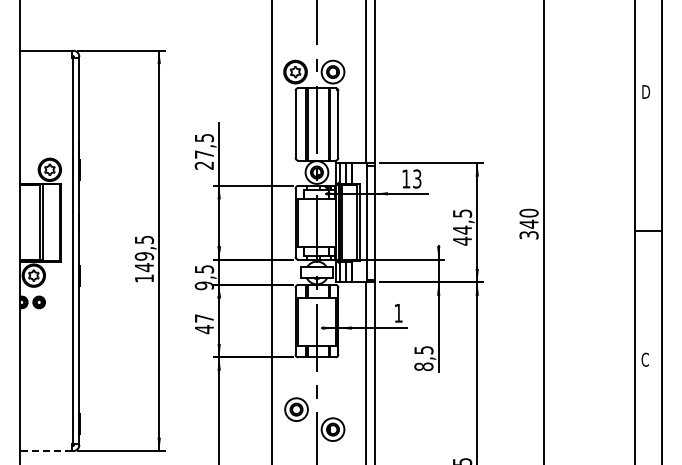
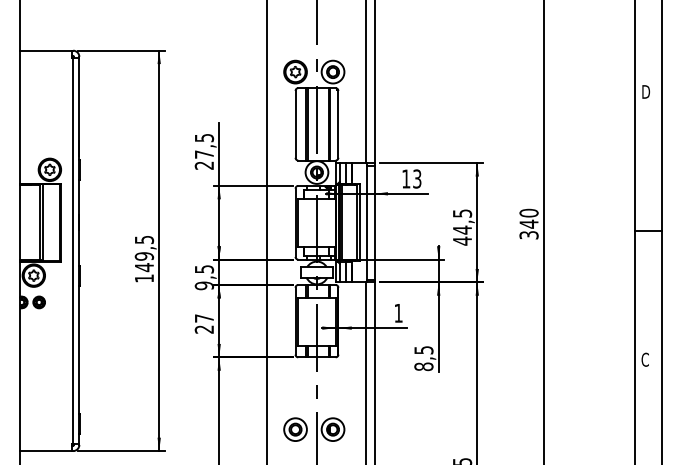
line at (272, 231) position: (272, 231) -> (267, 231)
text at (203, 329): 47 -> 27
part at (296, 409) position: (296, 409) -> (295, 429)
line at (46, 451): dashed -> solid
